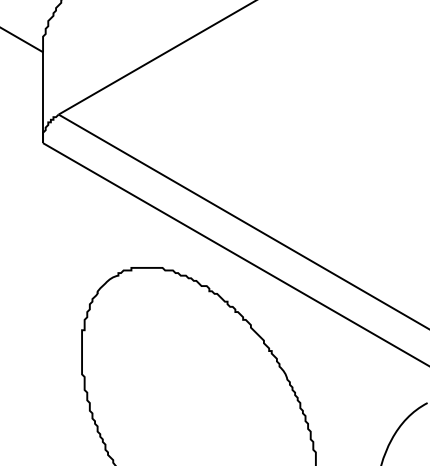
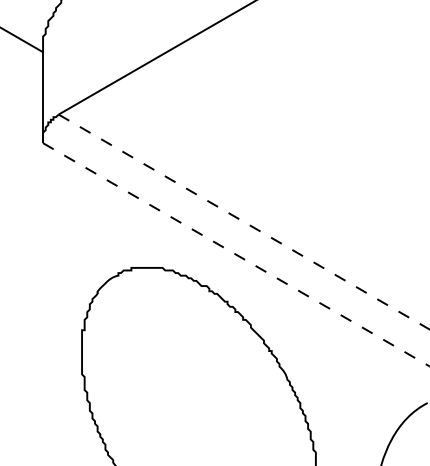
line at (244, 222): solid -> dashed
line at (236, 255): solid -> dashed
